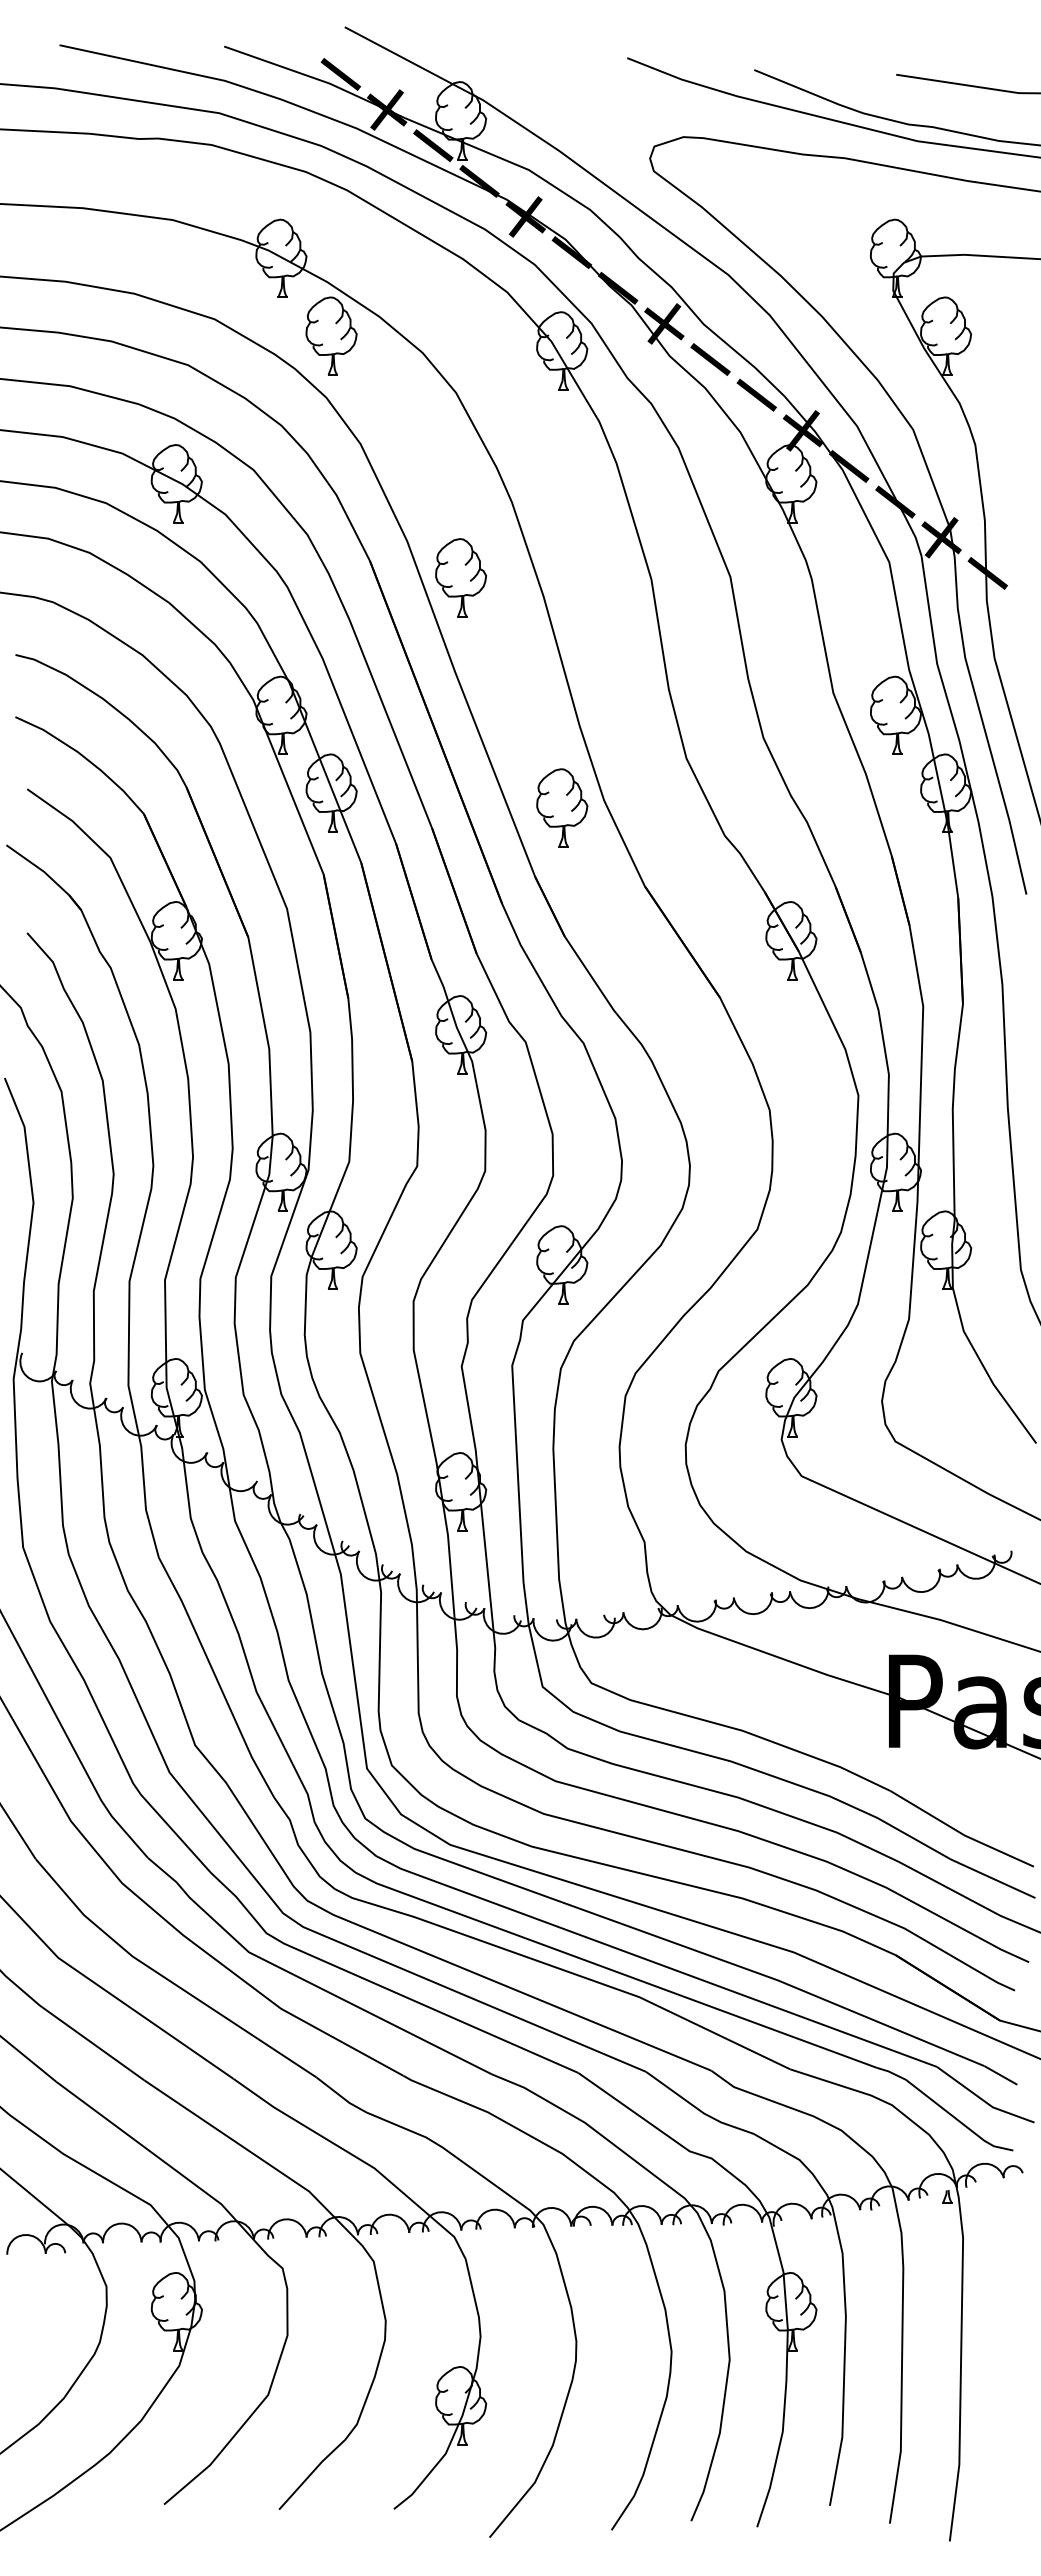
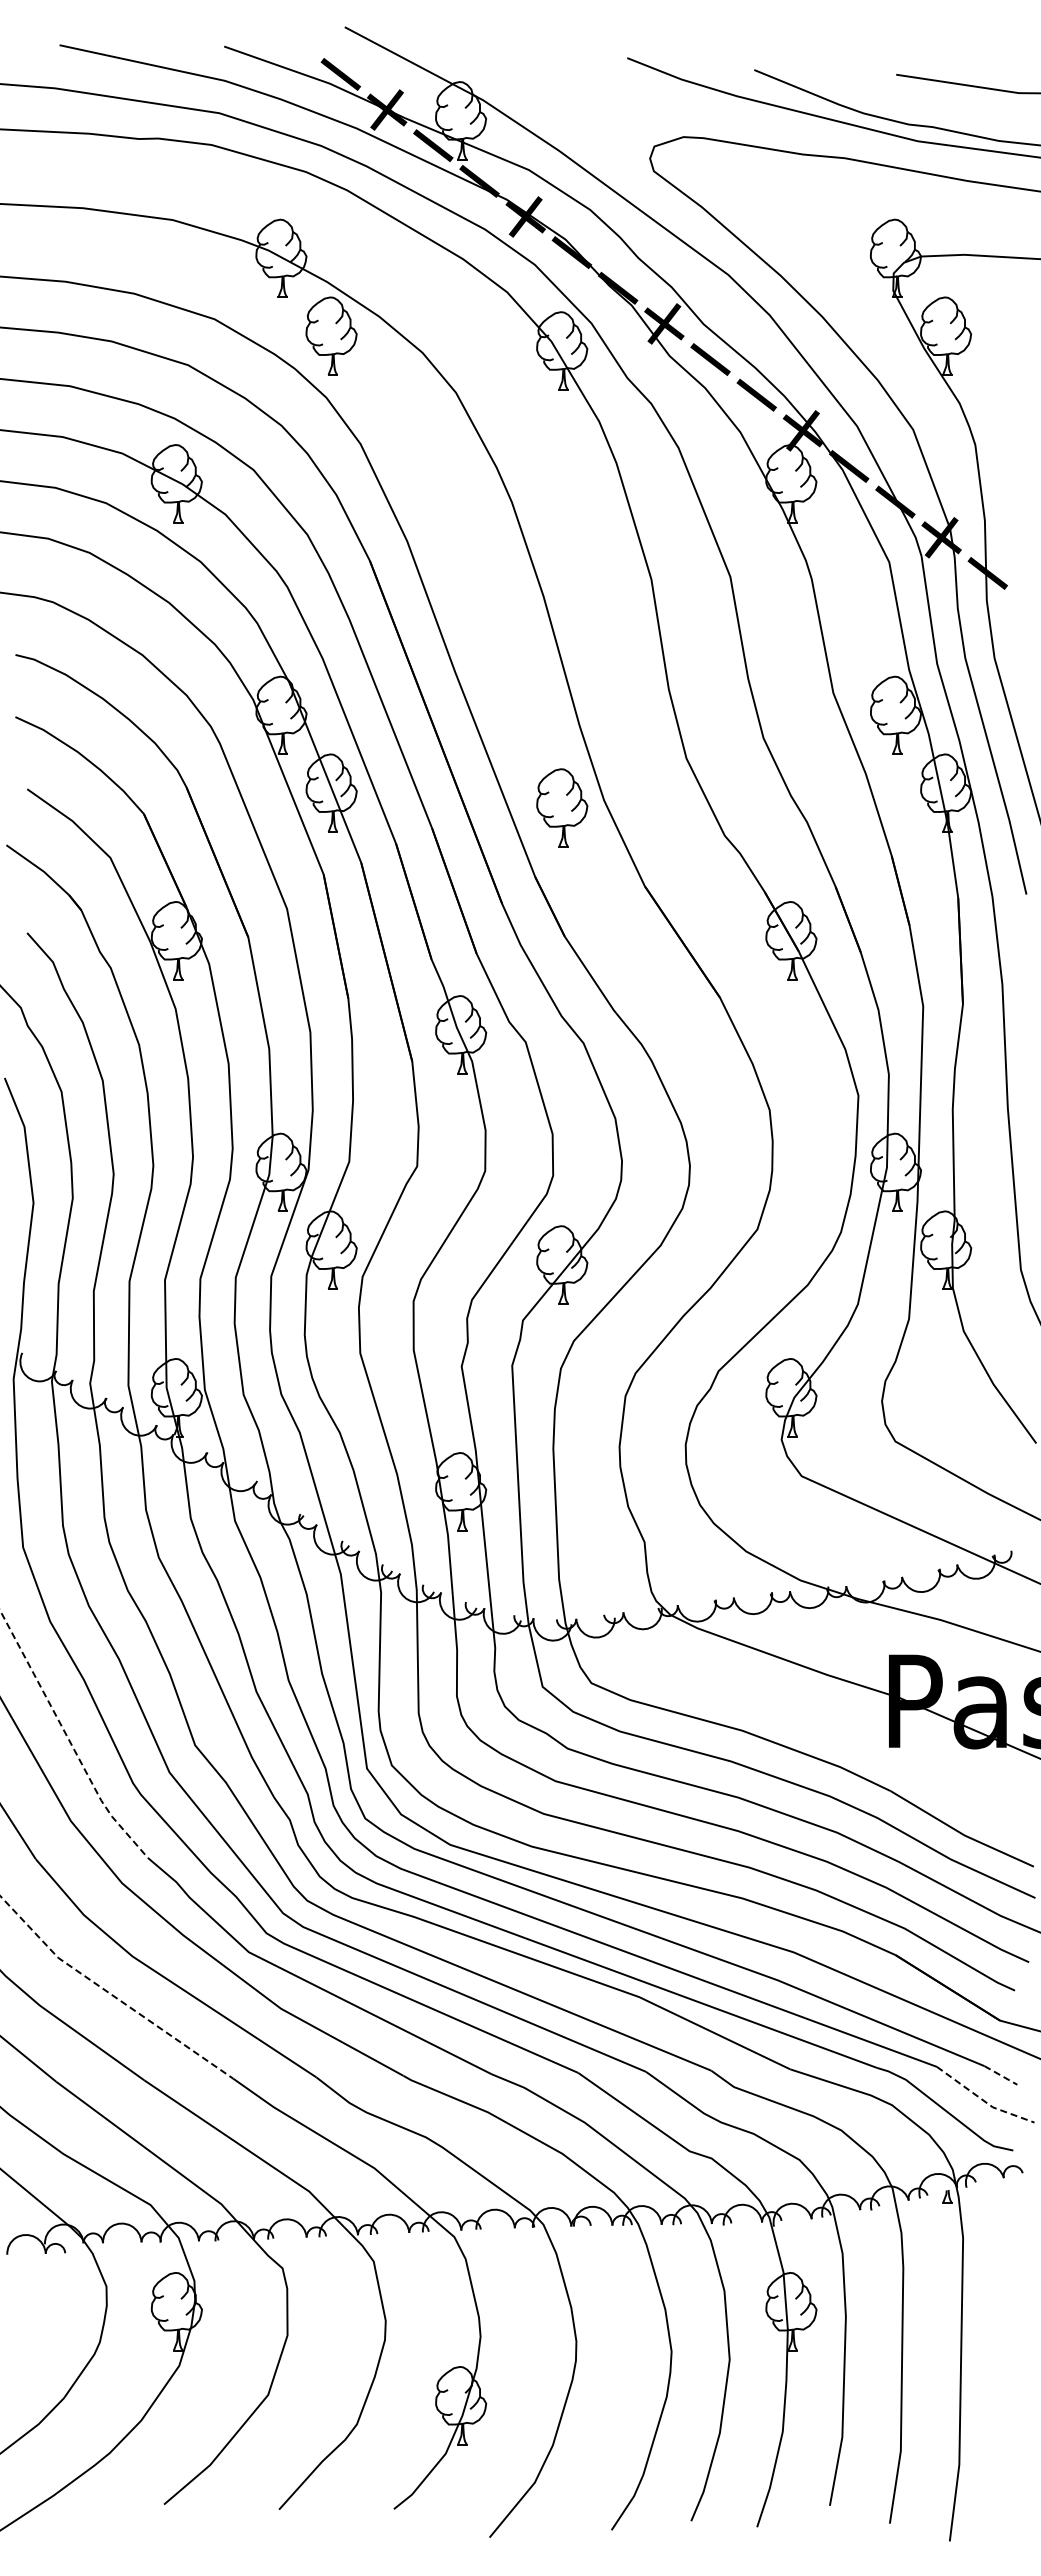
part at (460, 577): present -> none
line at (68, 1739): solid -> dashed
line at (110, 1994): solid -> dashed
line at (1000, 2075): solid -> dashed
line at (983, 2100): solid -> dashed
